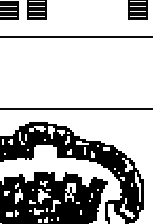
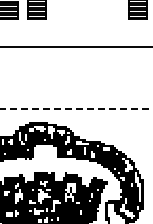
line at (75, 37) position: (75, 37) -> (75, 47)
line at (76, 108): solid -> dashed
